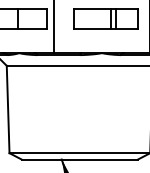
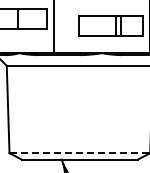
part at (105, 18) position: (105, 18) -> (110, 25)
line at (79, 153): solid -> dashed
